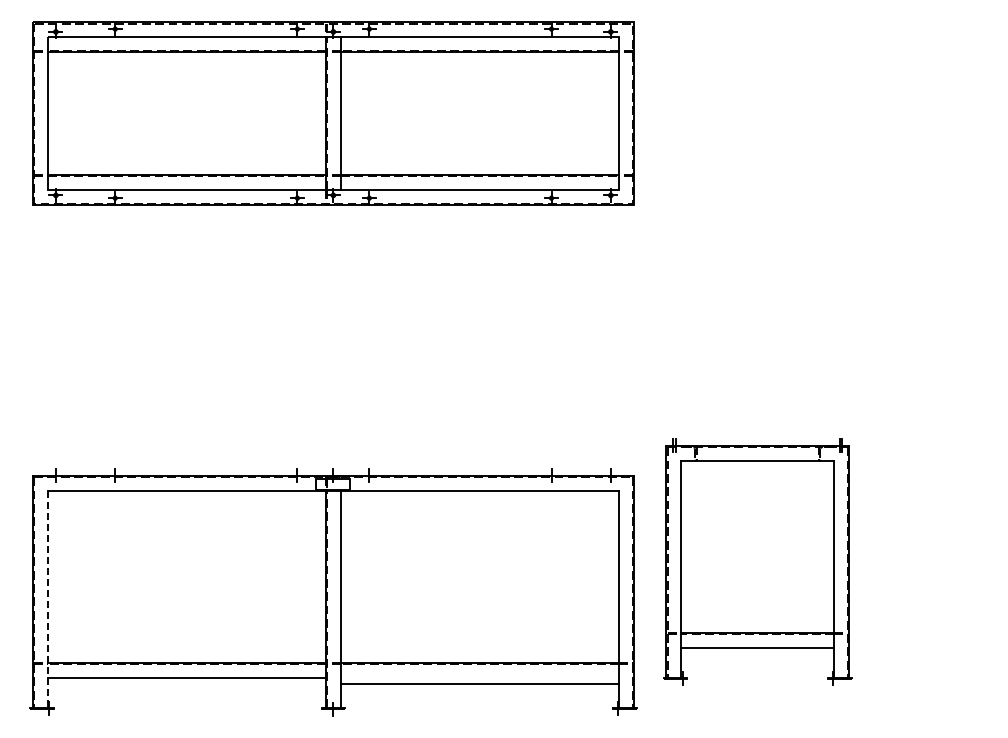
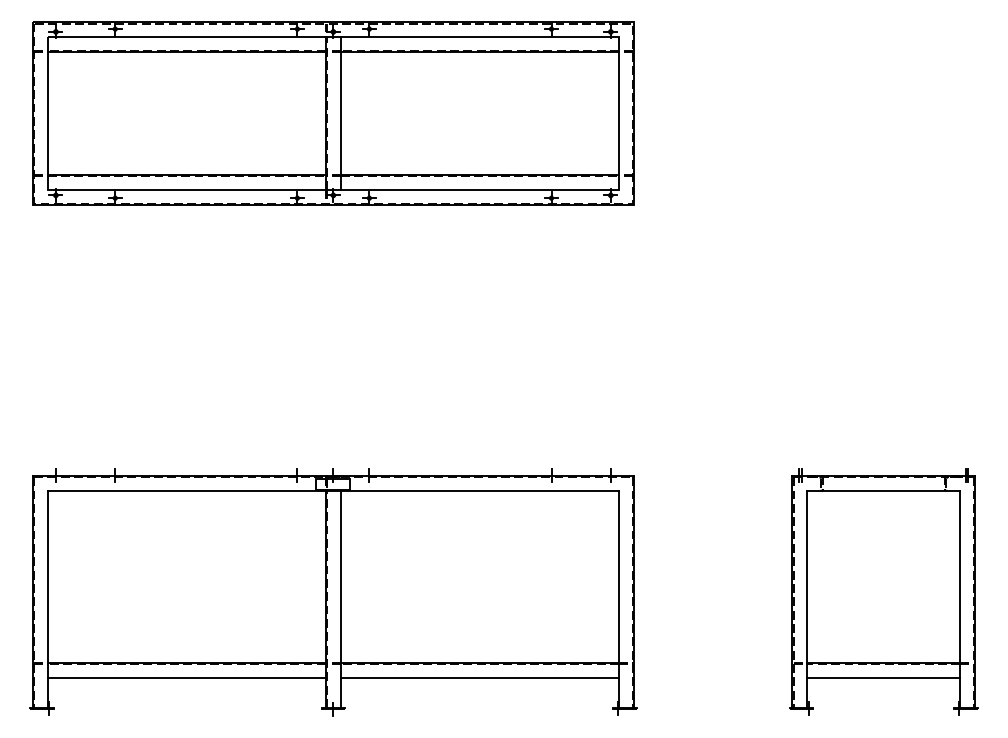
part at (757, 561) position: (757, 561) -> (883, 591)
line at (47, 599): dashed -> solid
line at (479, 683) position: (479, 683) -> (479, 677)
